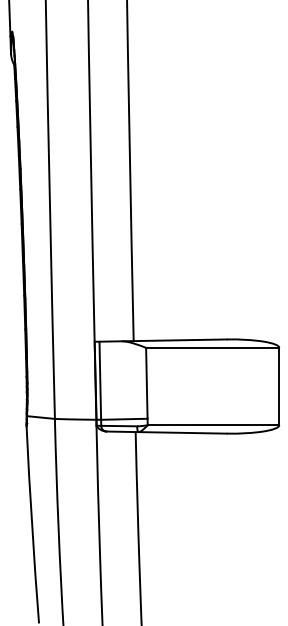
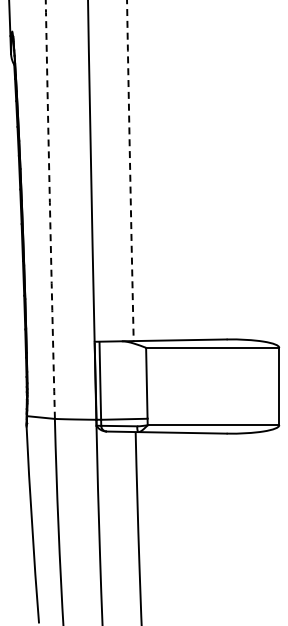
arc at (130, 170): solid -> dashed
arc at (50, 209): solid -> dashed
